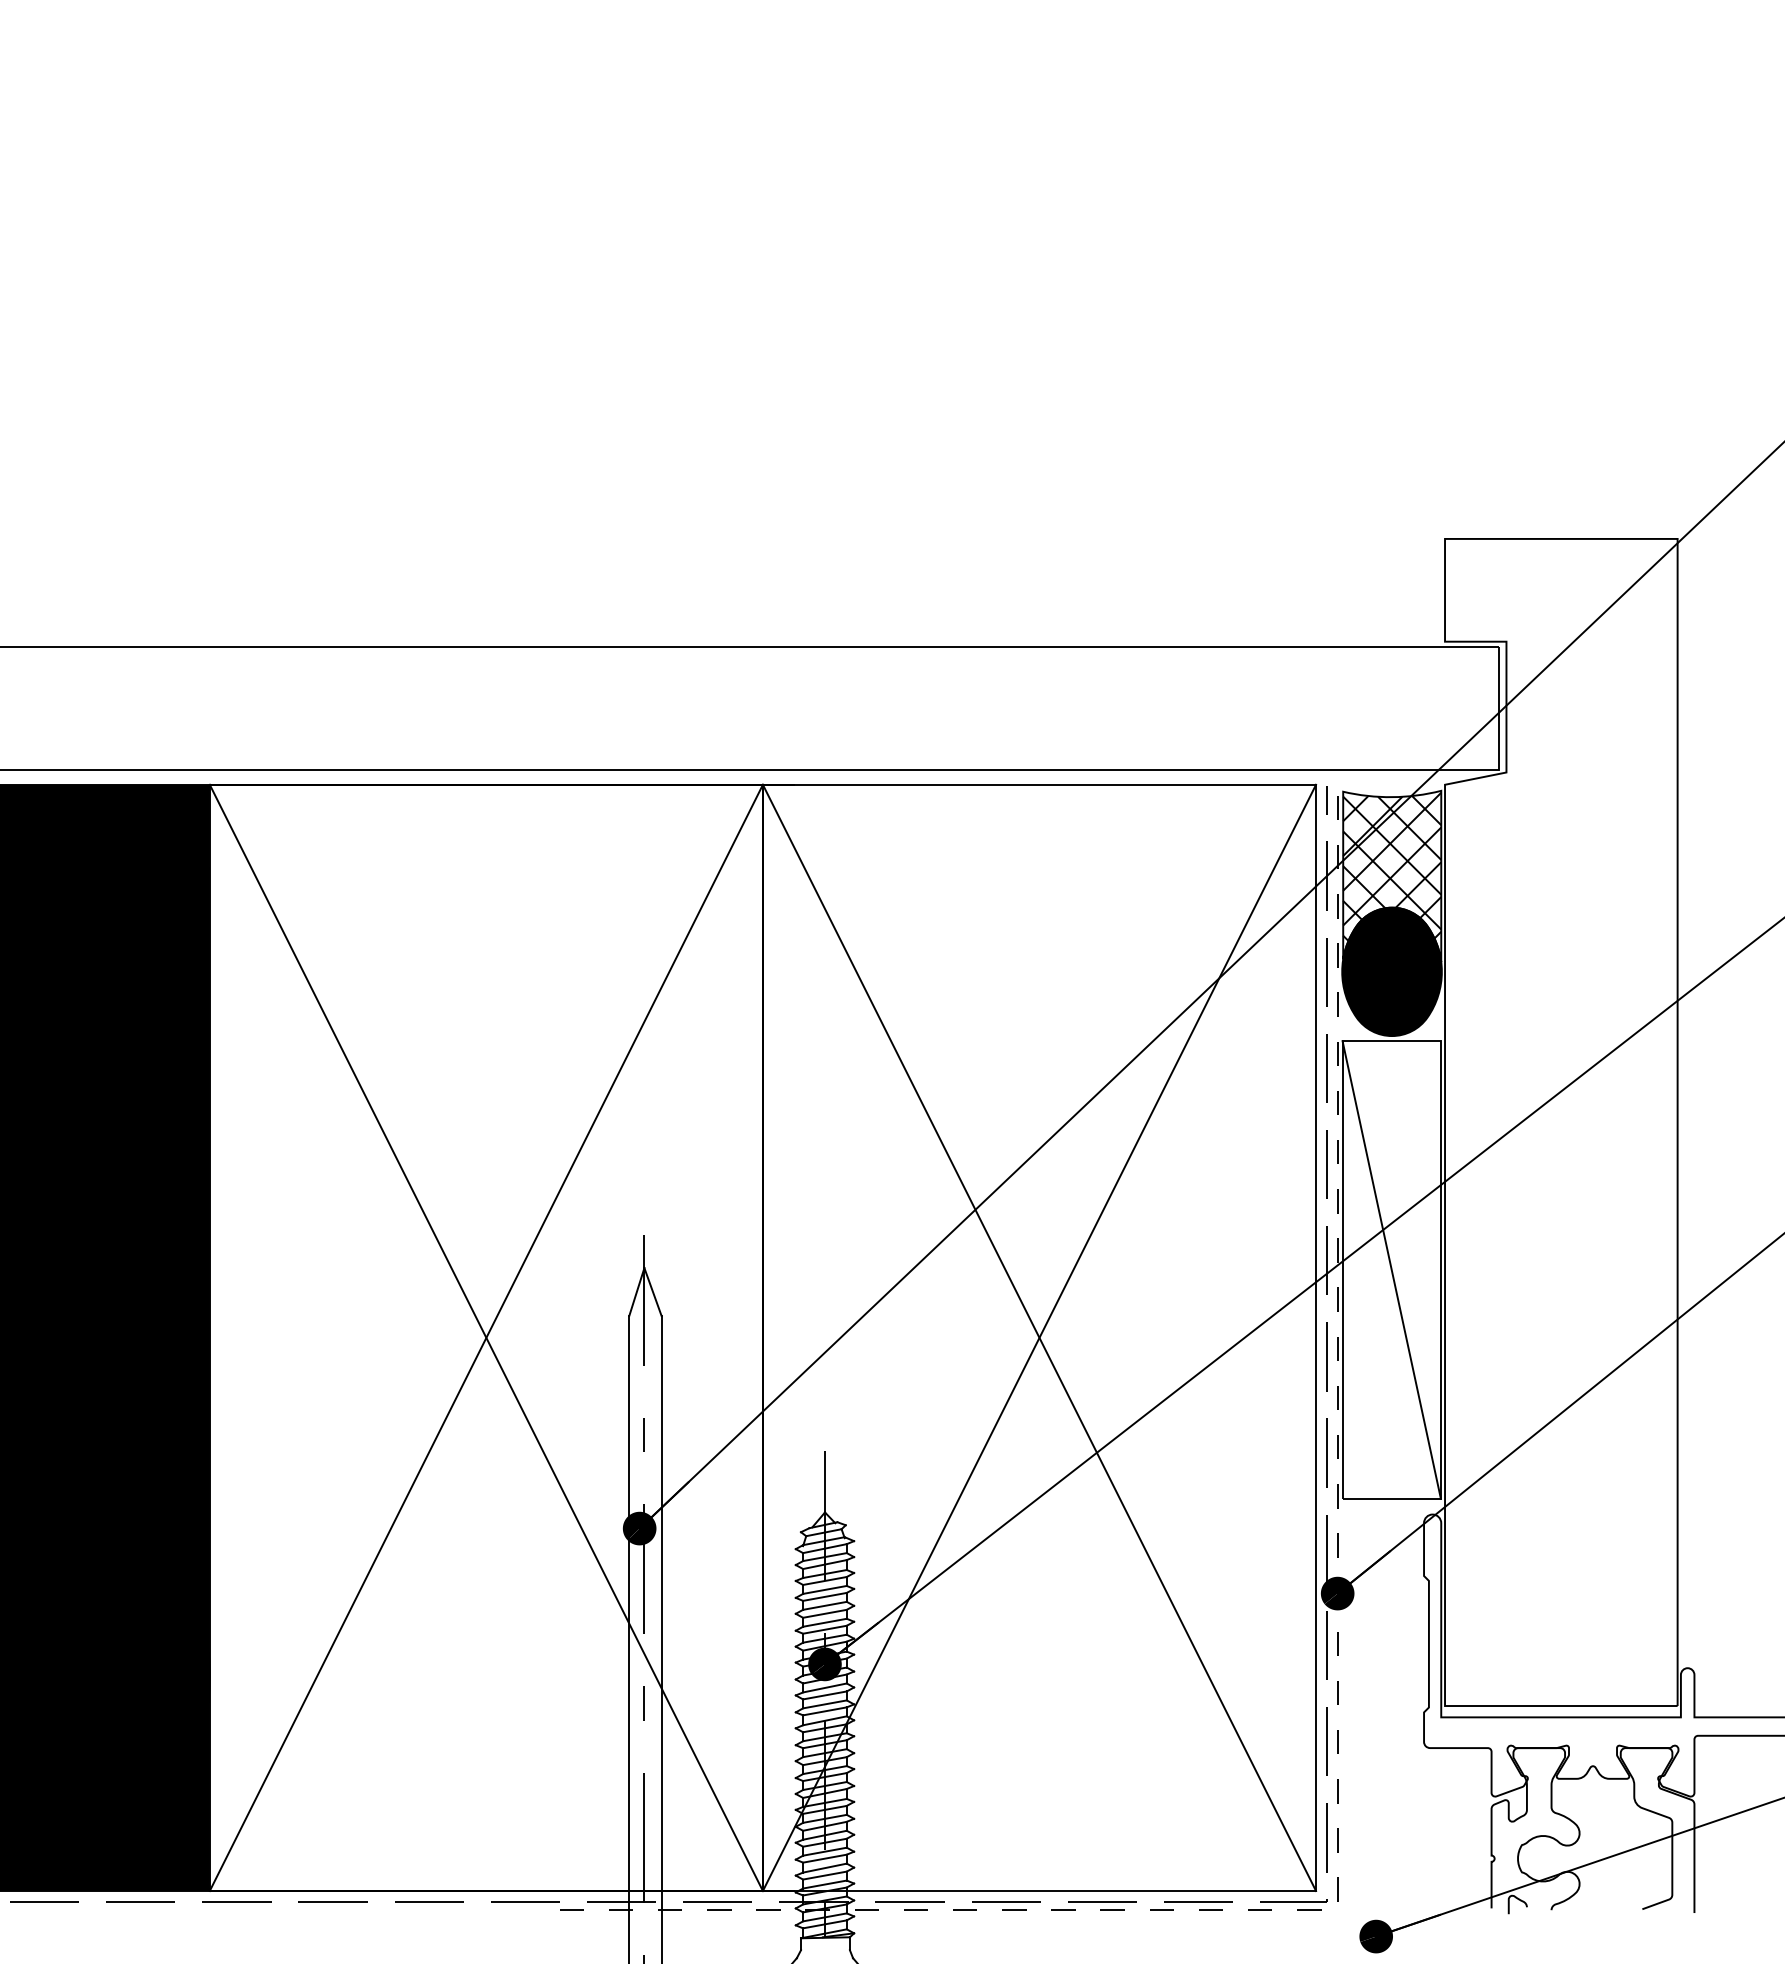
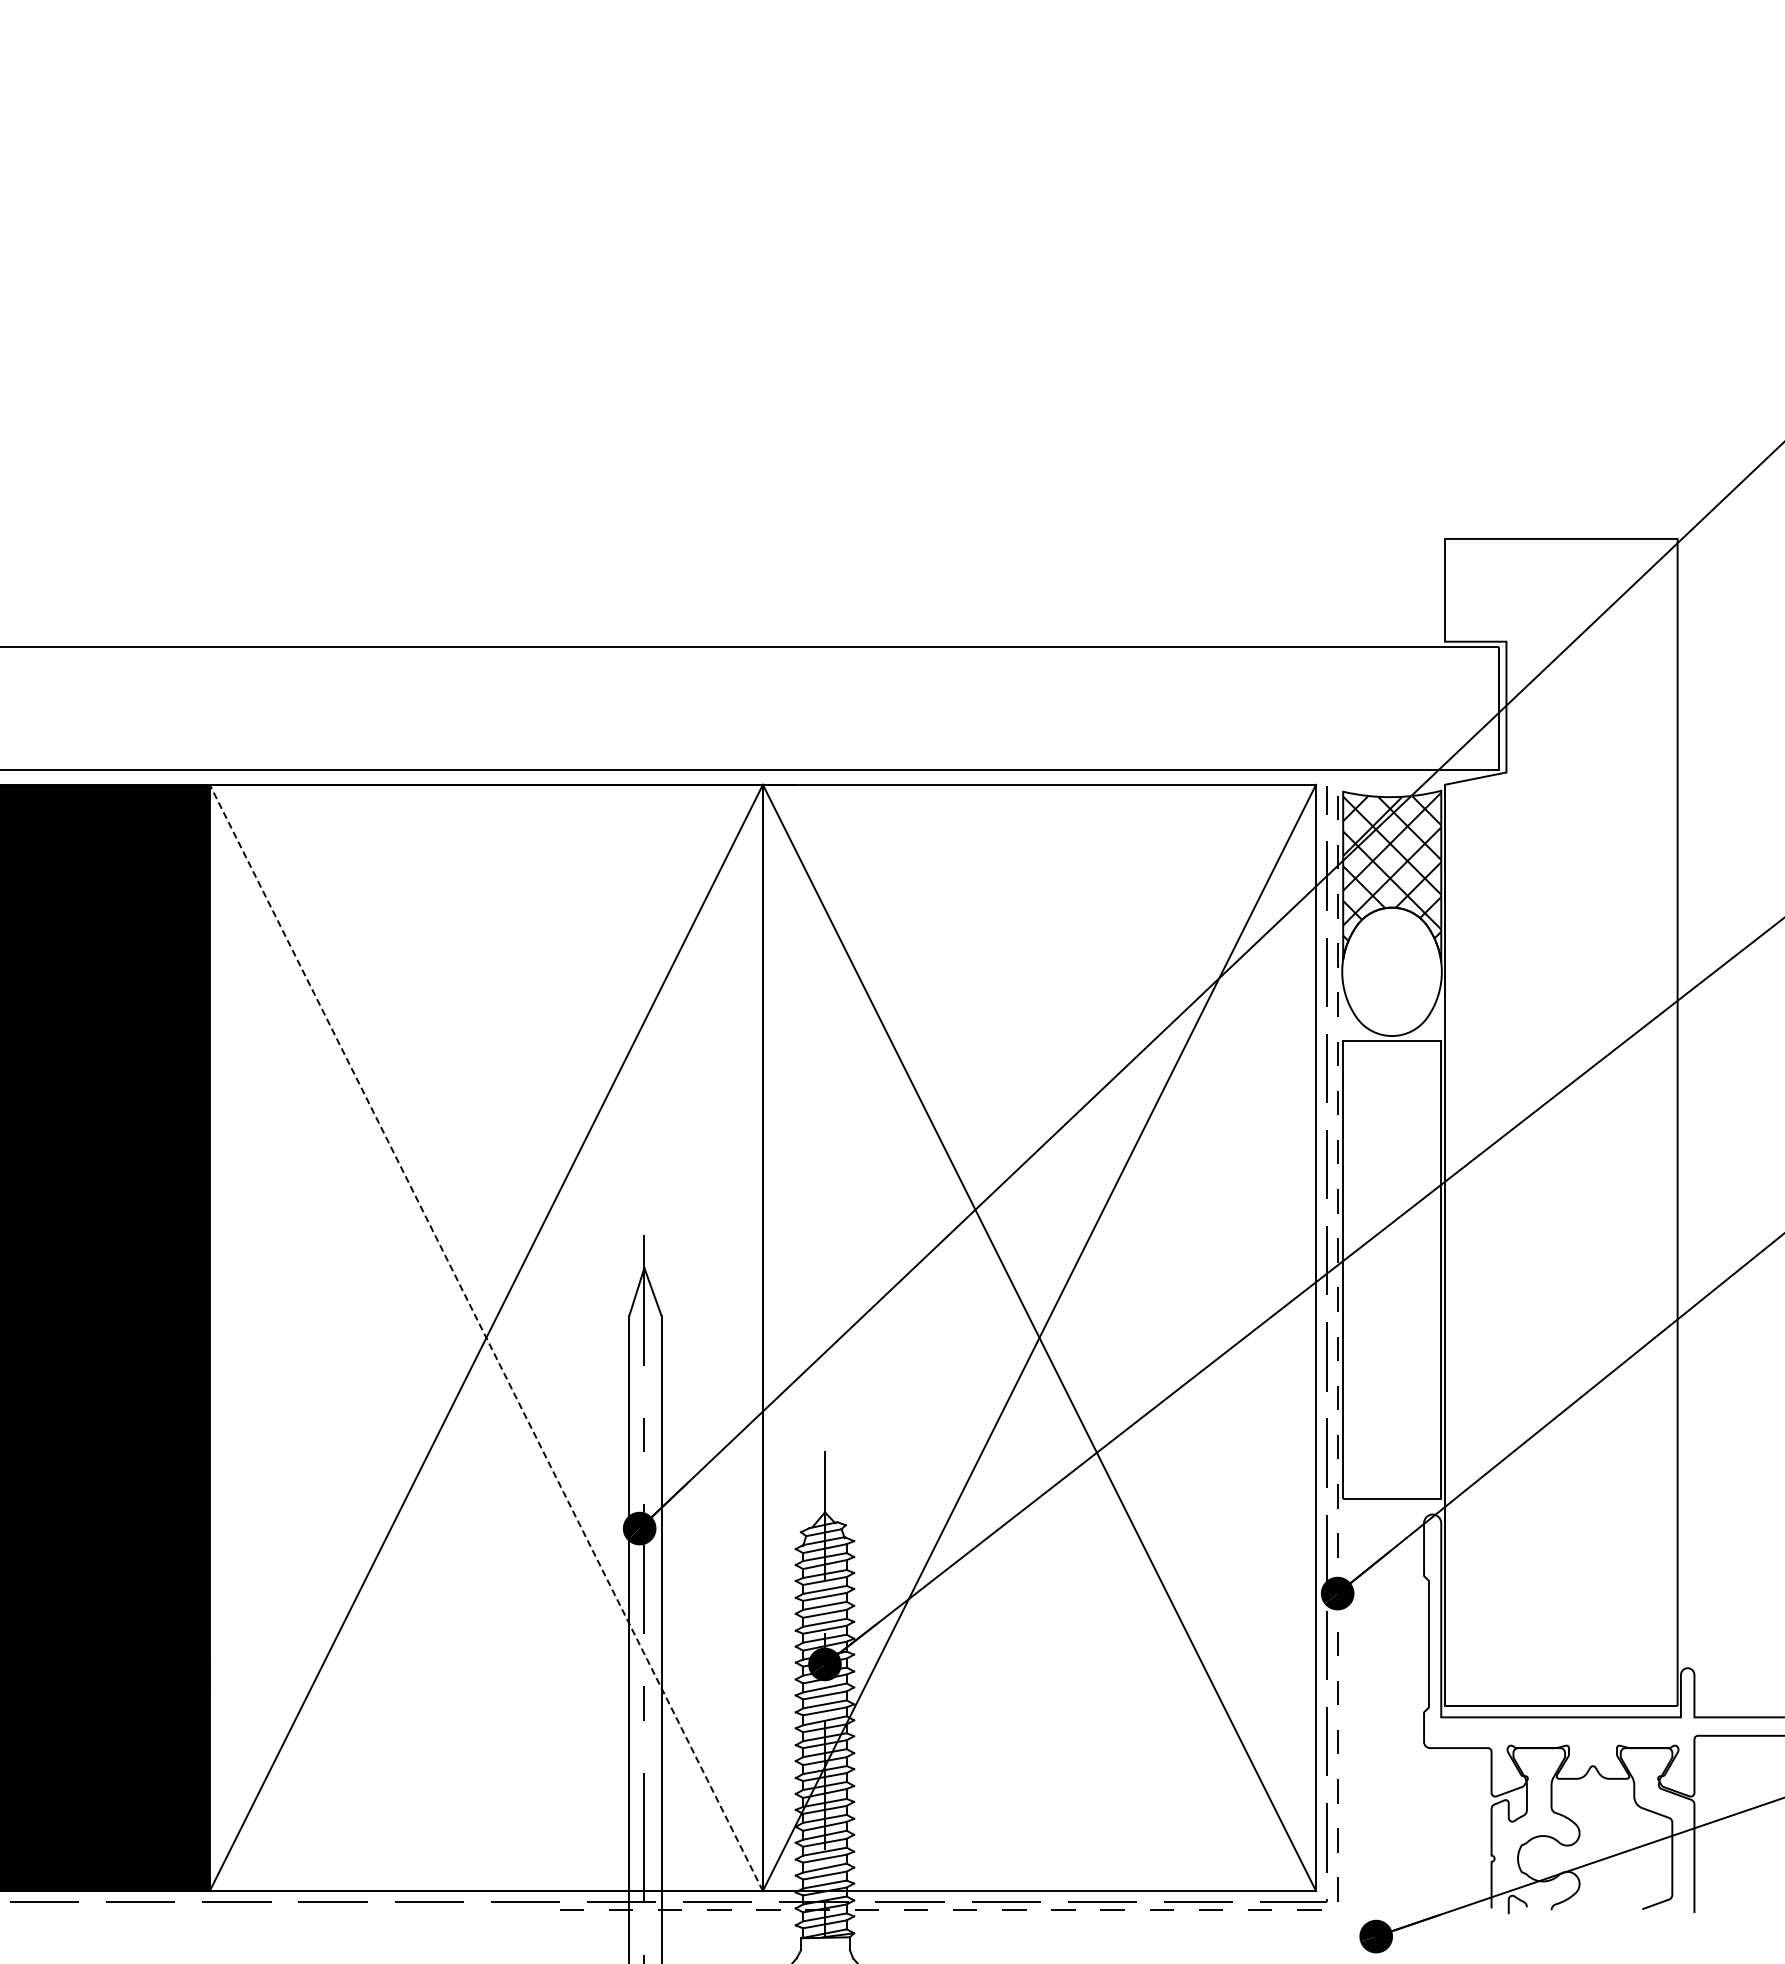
fill at (1391, 971): present -> none
line at (1391, 1269): present -> none
line at (486, 1337): solid -> dashed
